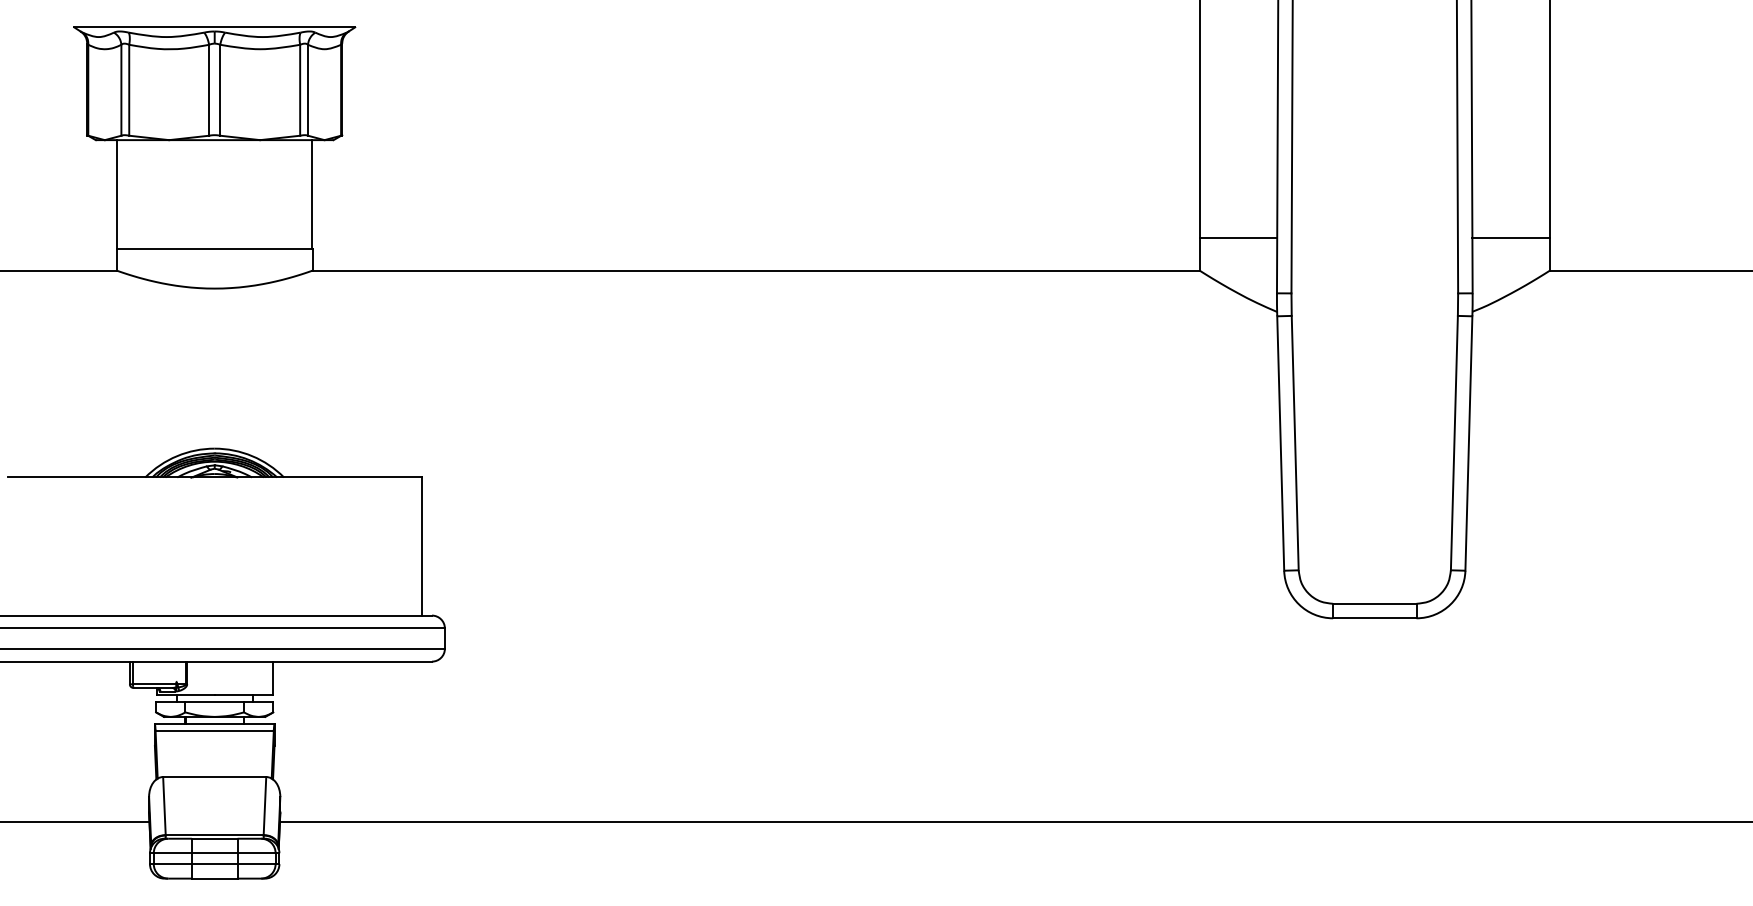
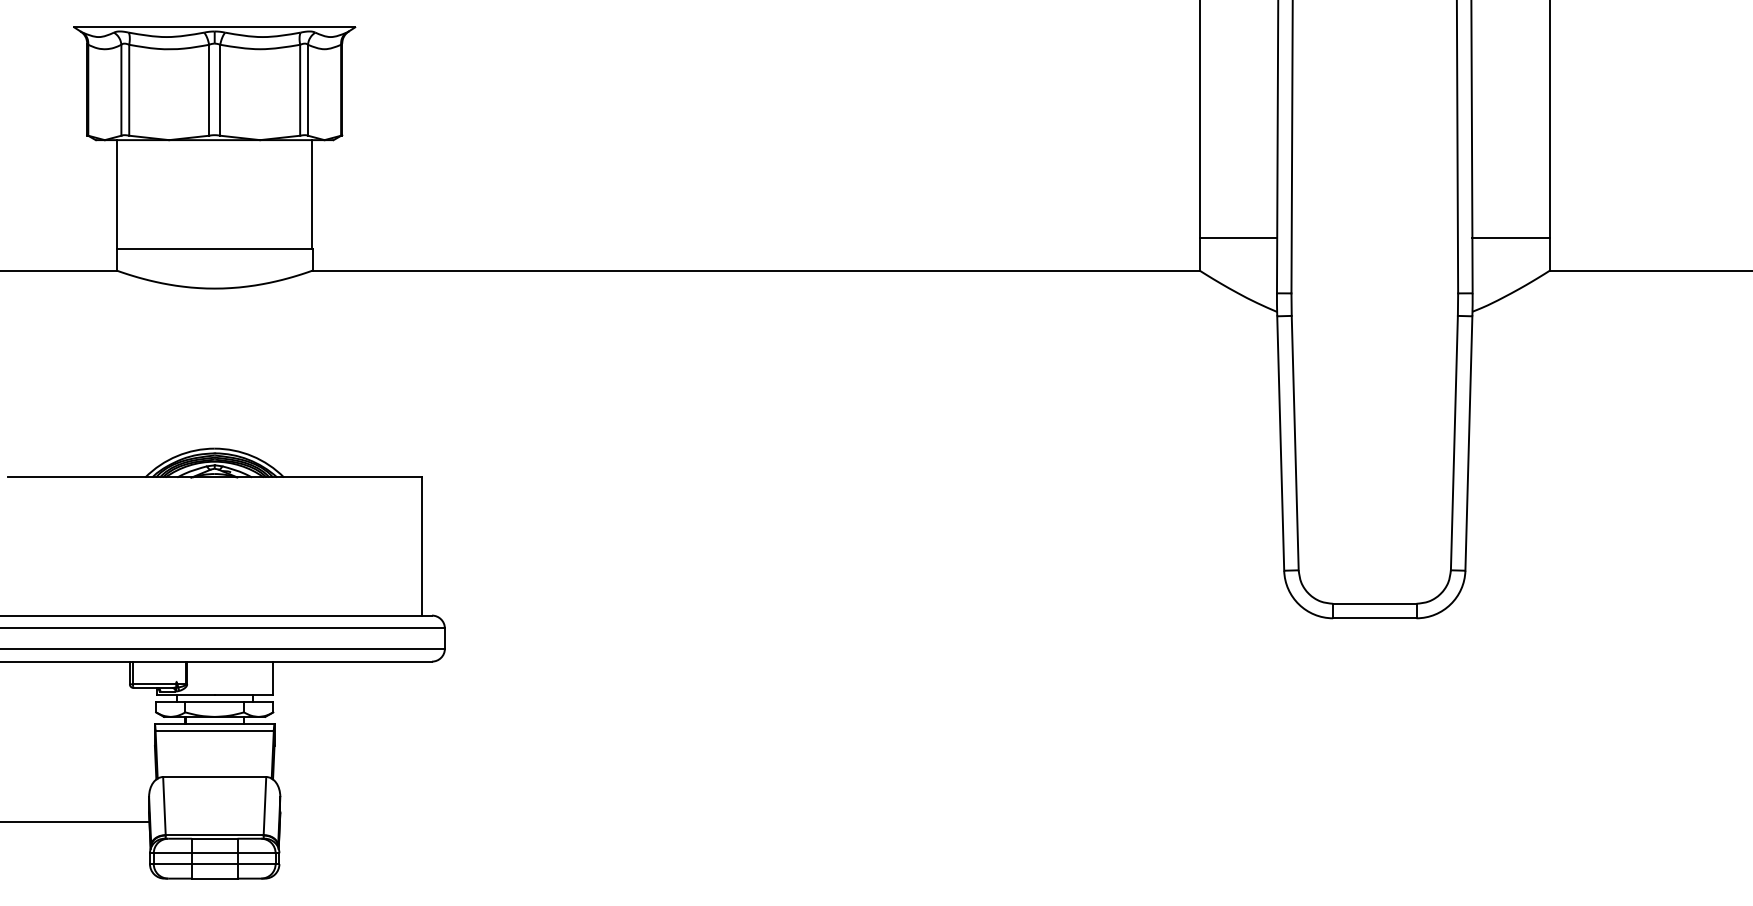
line at (1014, 822): present -> none
